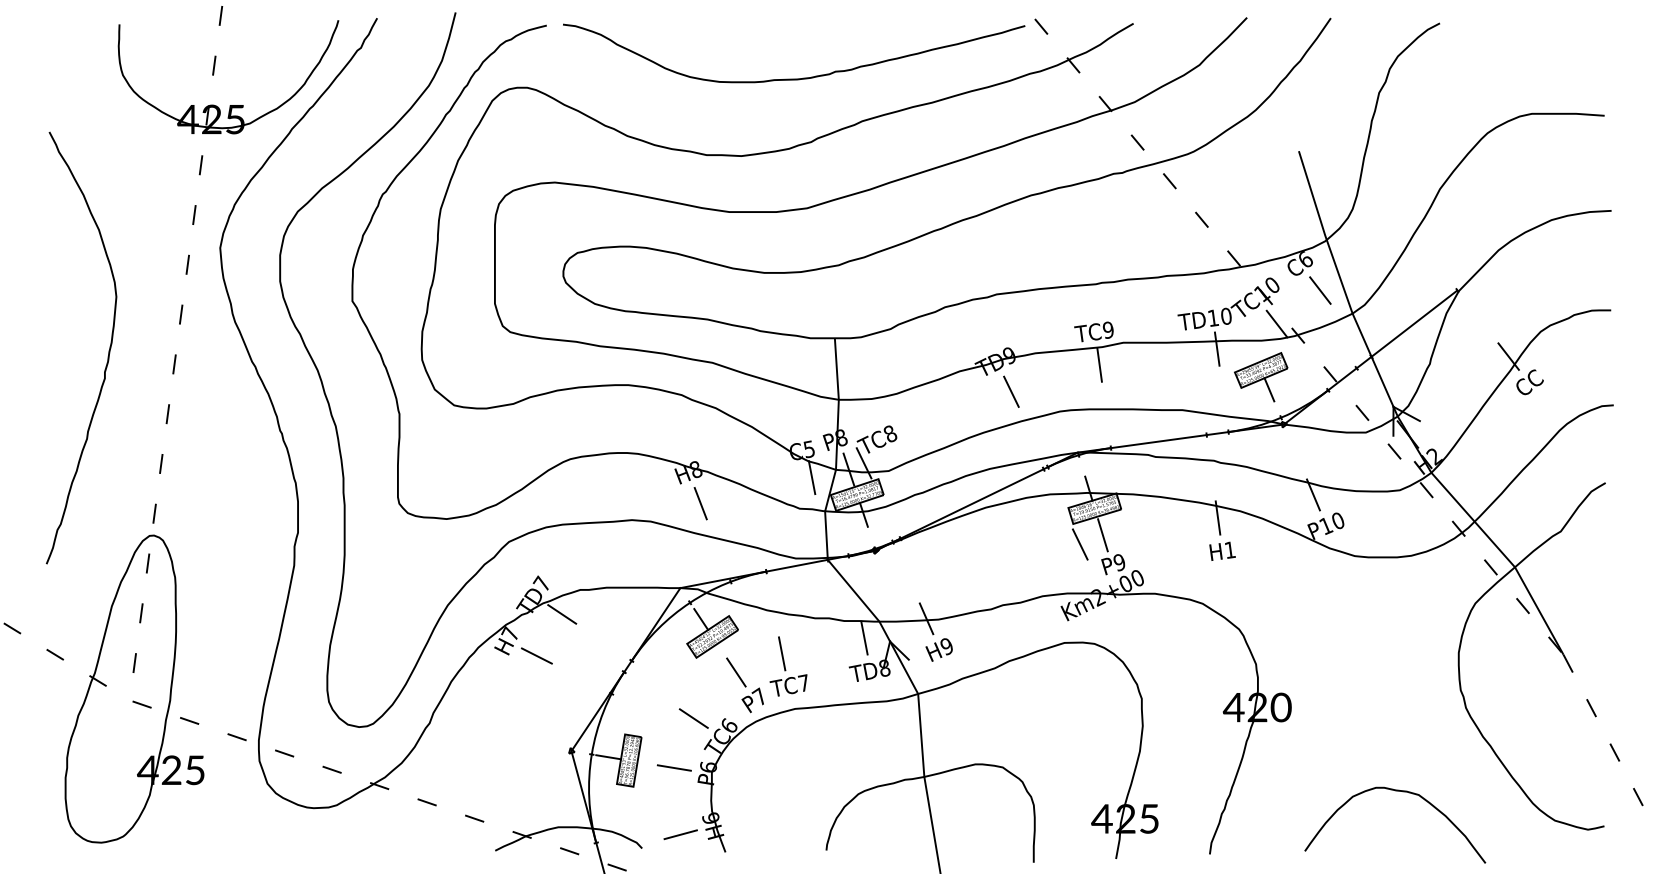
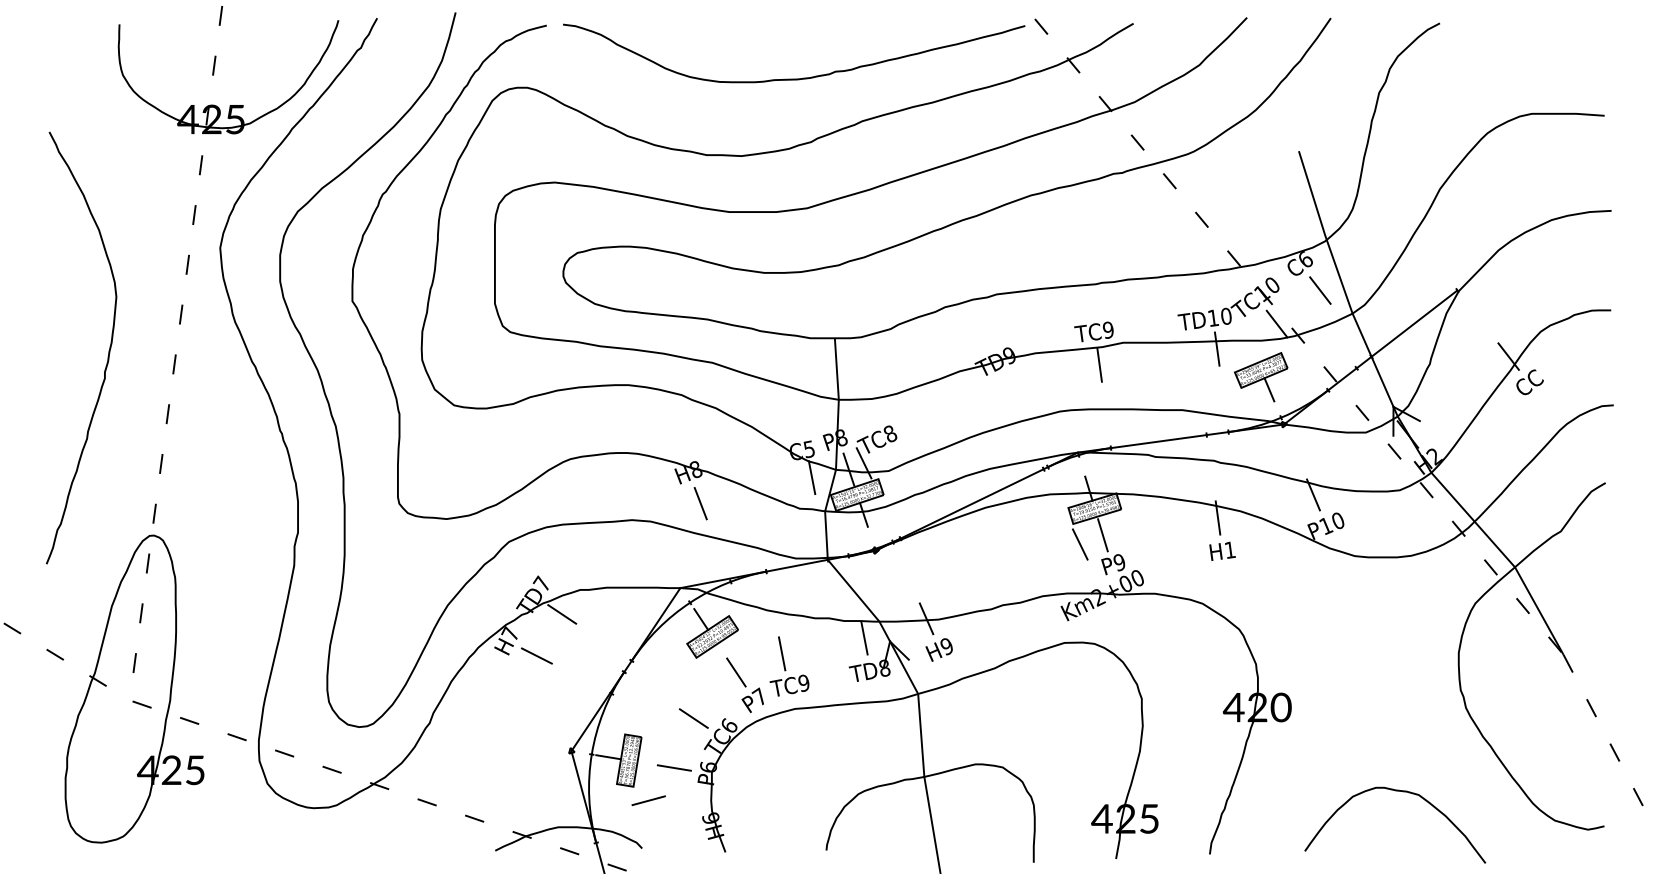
line at (1011, 391): present -> none
text at (803, 682): TC7 -> TC9
line at (680, 834) position: (680, 834) -> (648, 800)
